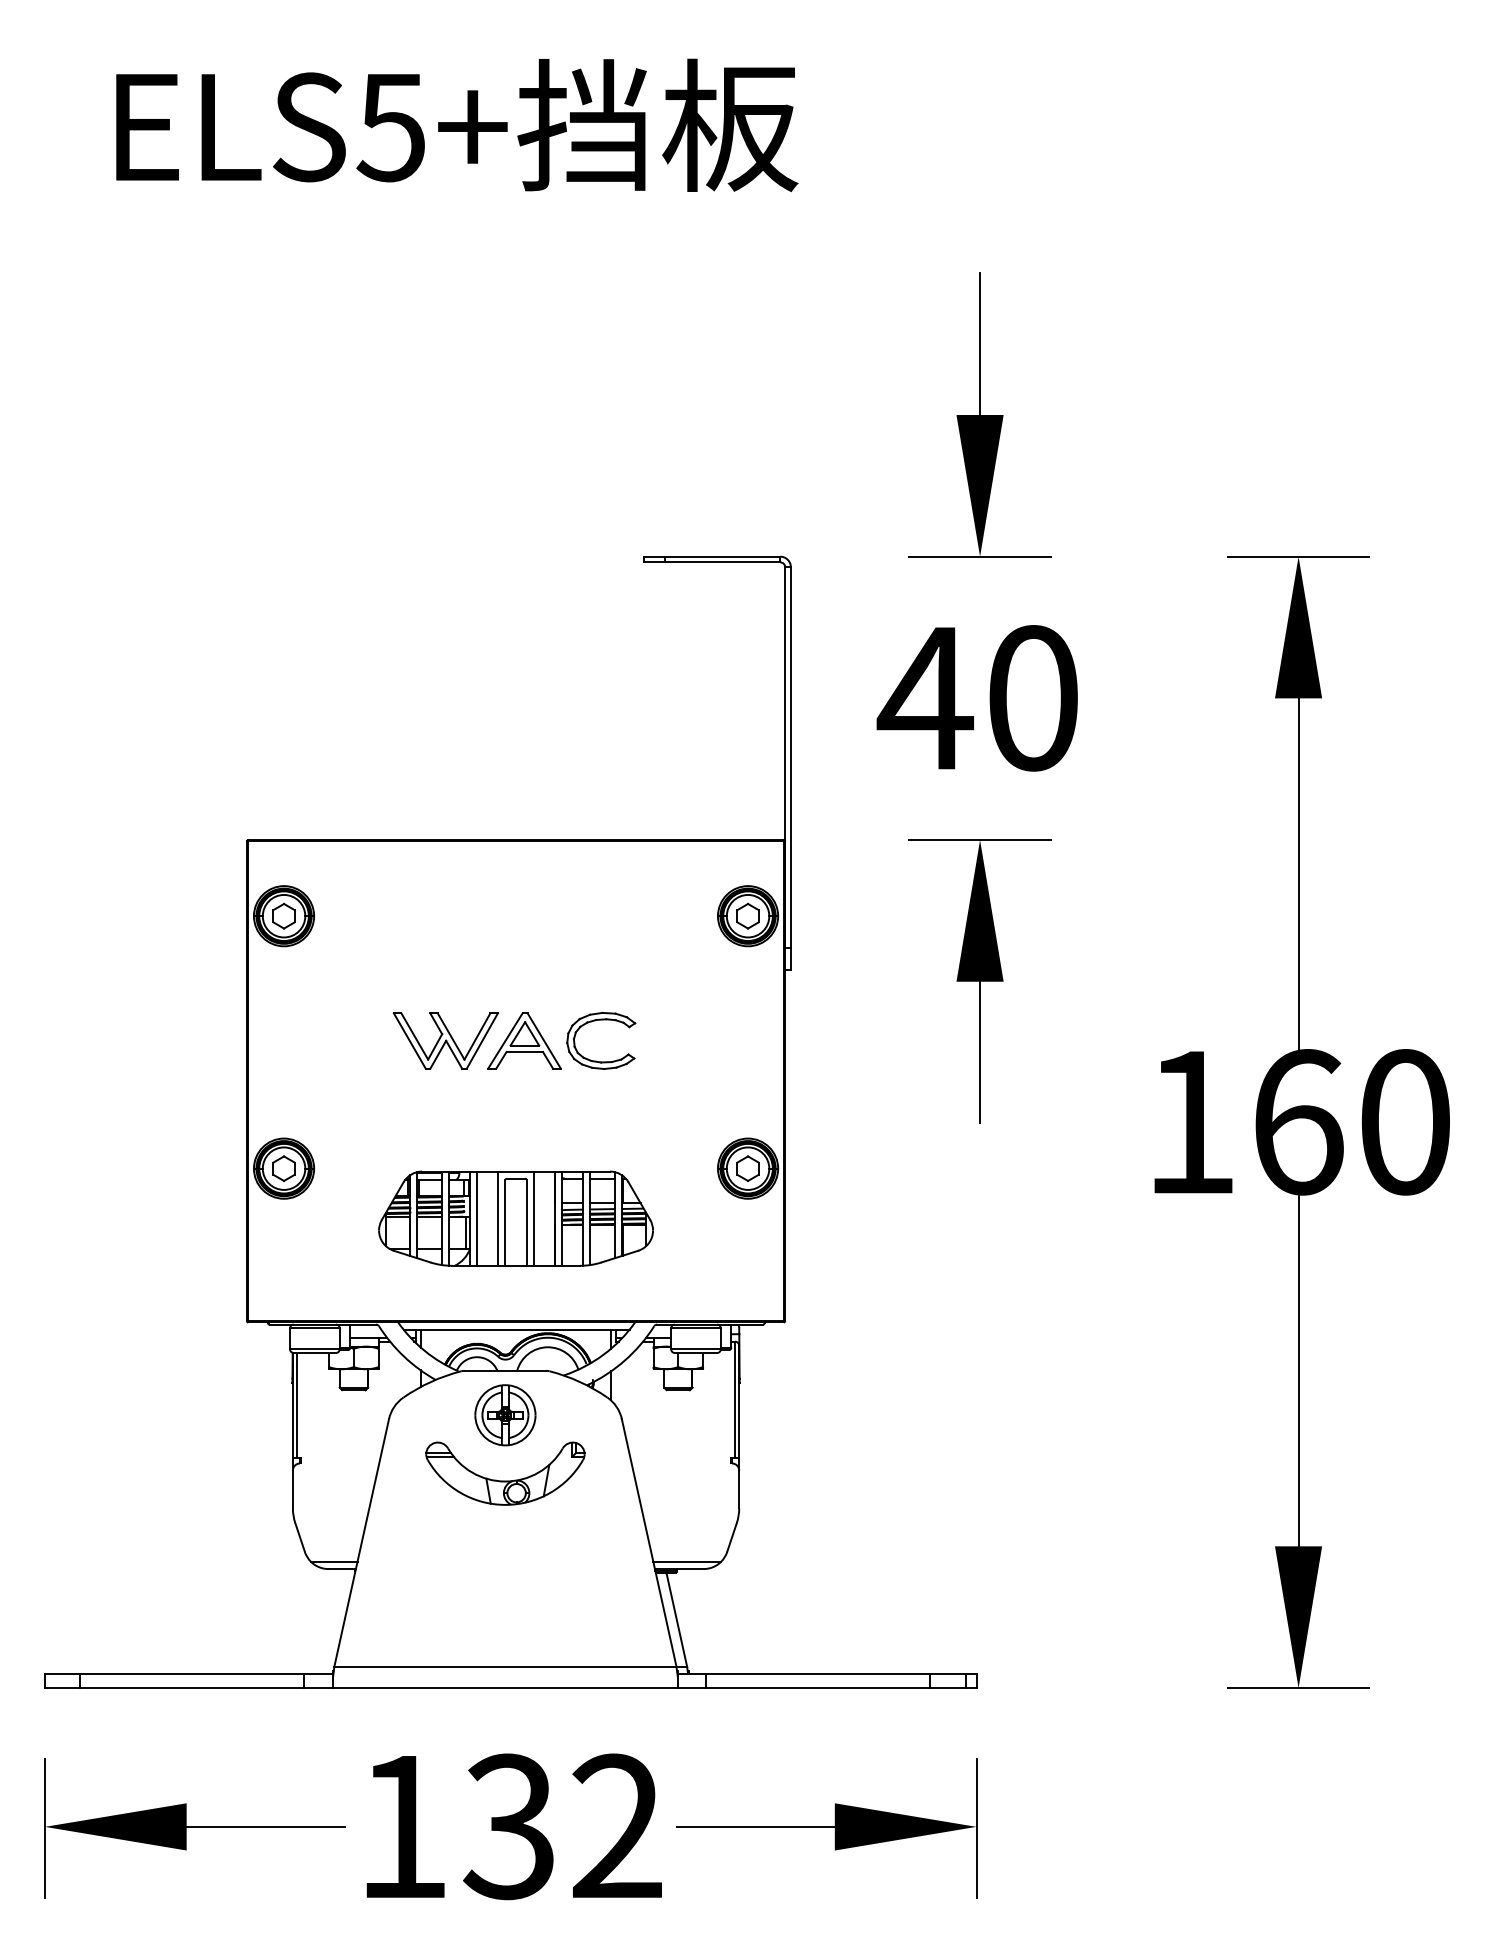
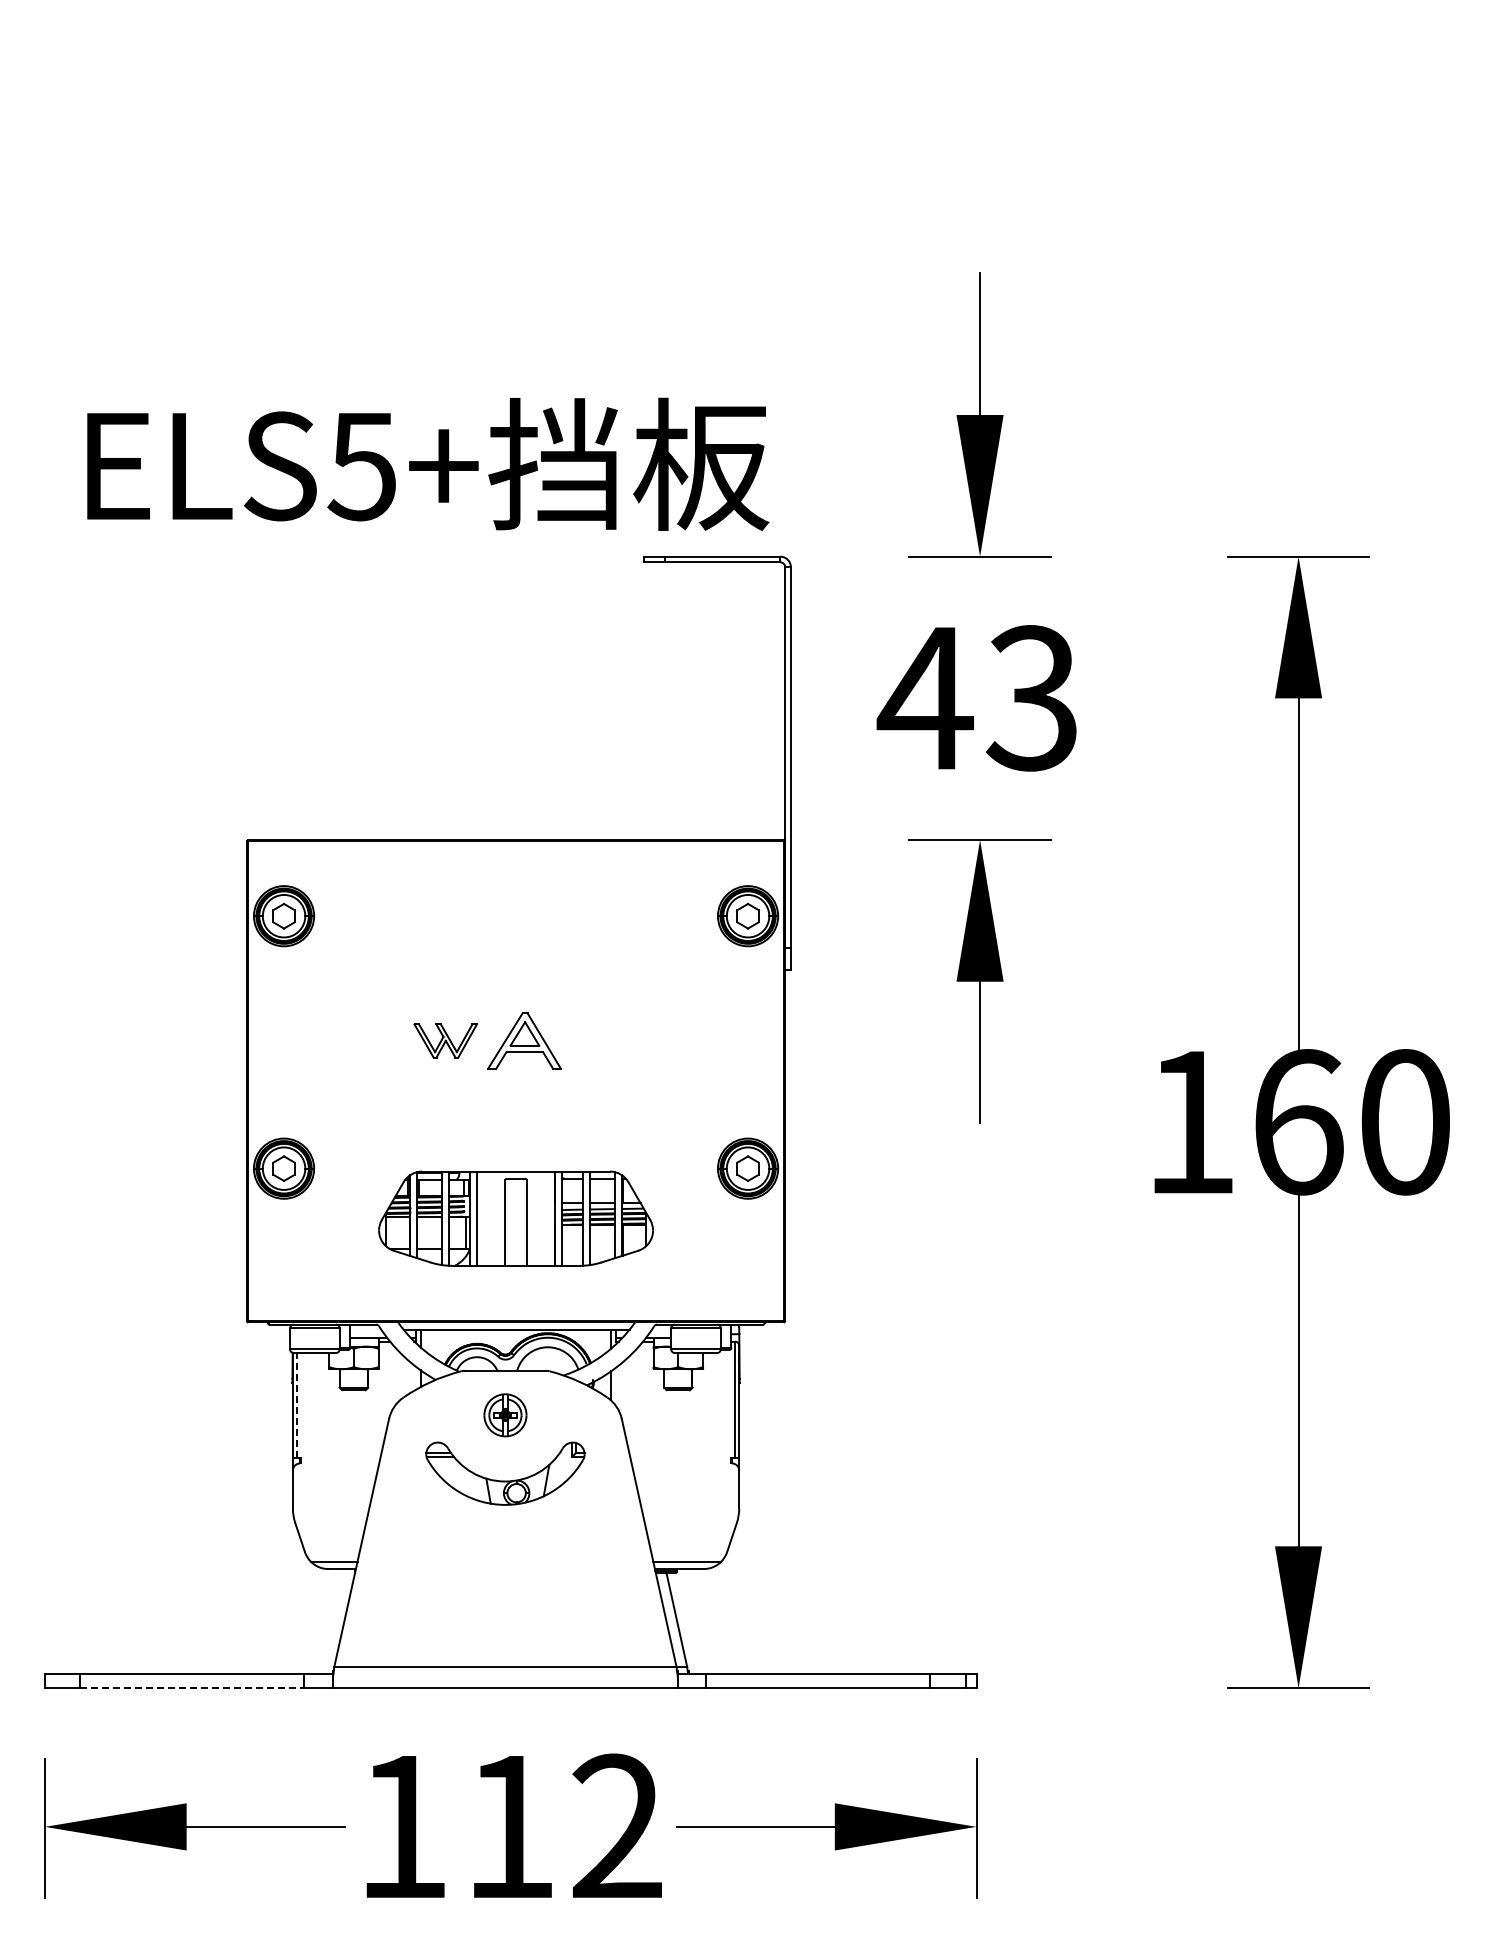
text at (457, 124) position: (457, 124) -> (428, 463)
text at (1031, 698): 40 -> 43
part at (595, 1021): present -> none
part at (445, 1040) size: 107x58 px -> 65x36 px
line at (498, 1218): present -> none
line at (533, 1218): present -> none
line at (297, 1404): solid -> dashed
part at (505, 1415) size: 63x63 px -> 45x45 px
line at (192, 1688): solid -> dashed
text at (508, 1826): 132 -> 112
